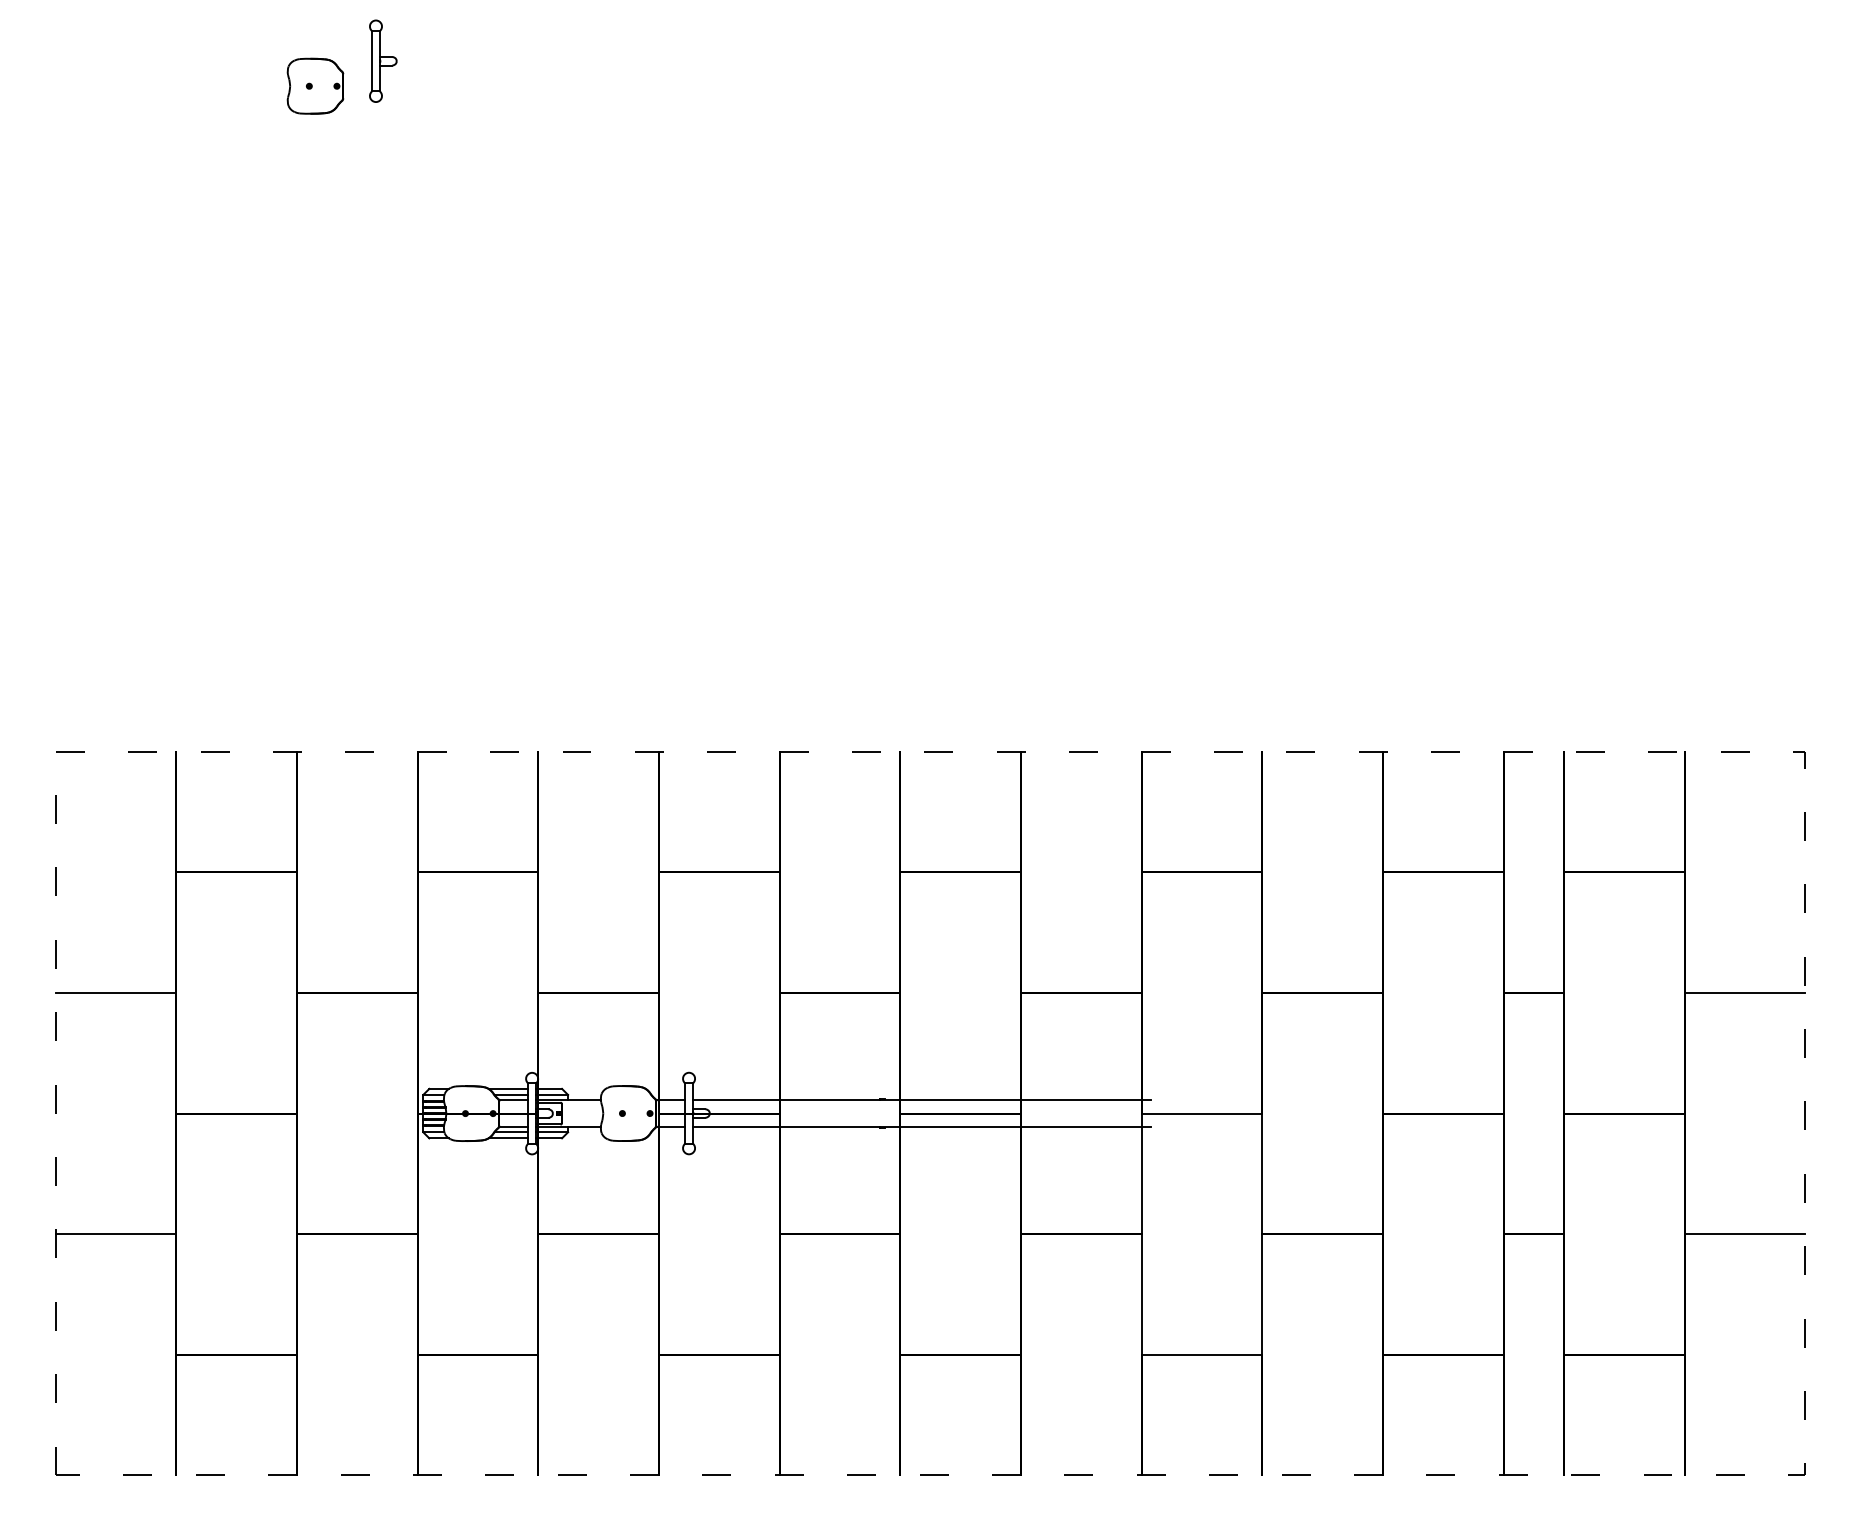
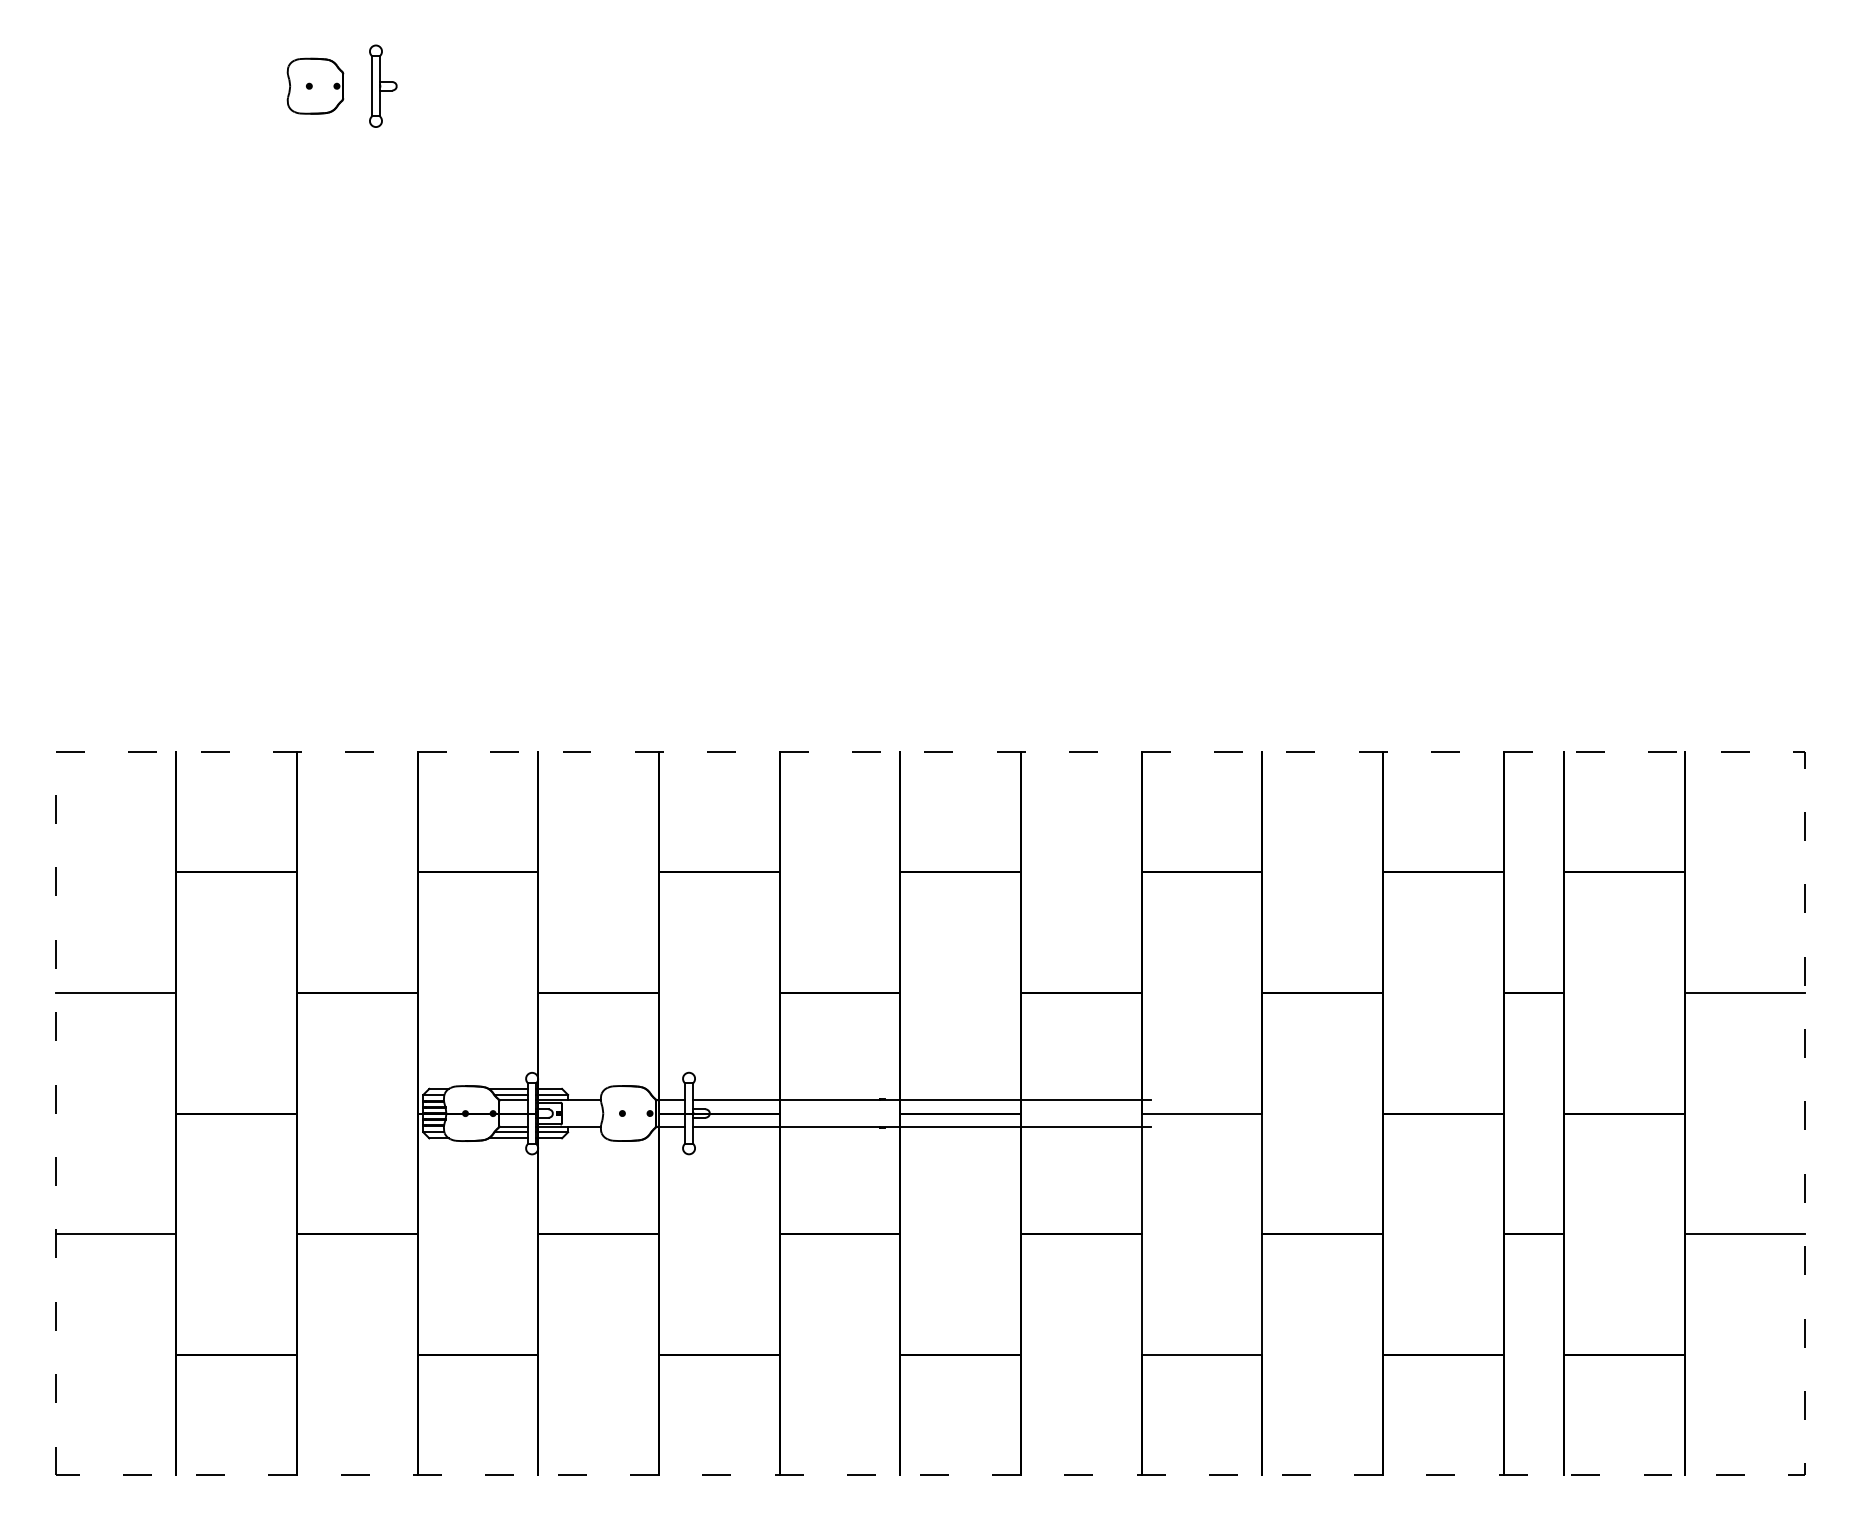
part at (383, 60) position: (383, 60) -> (383, 85)
